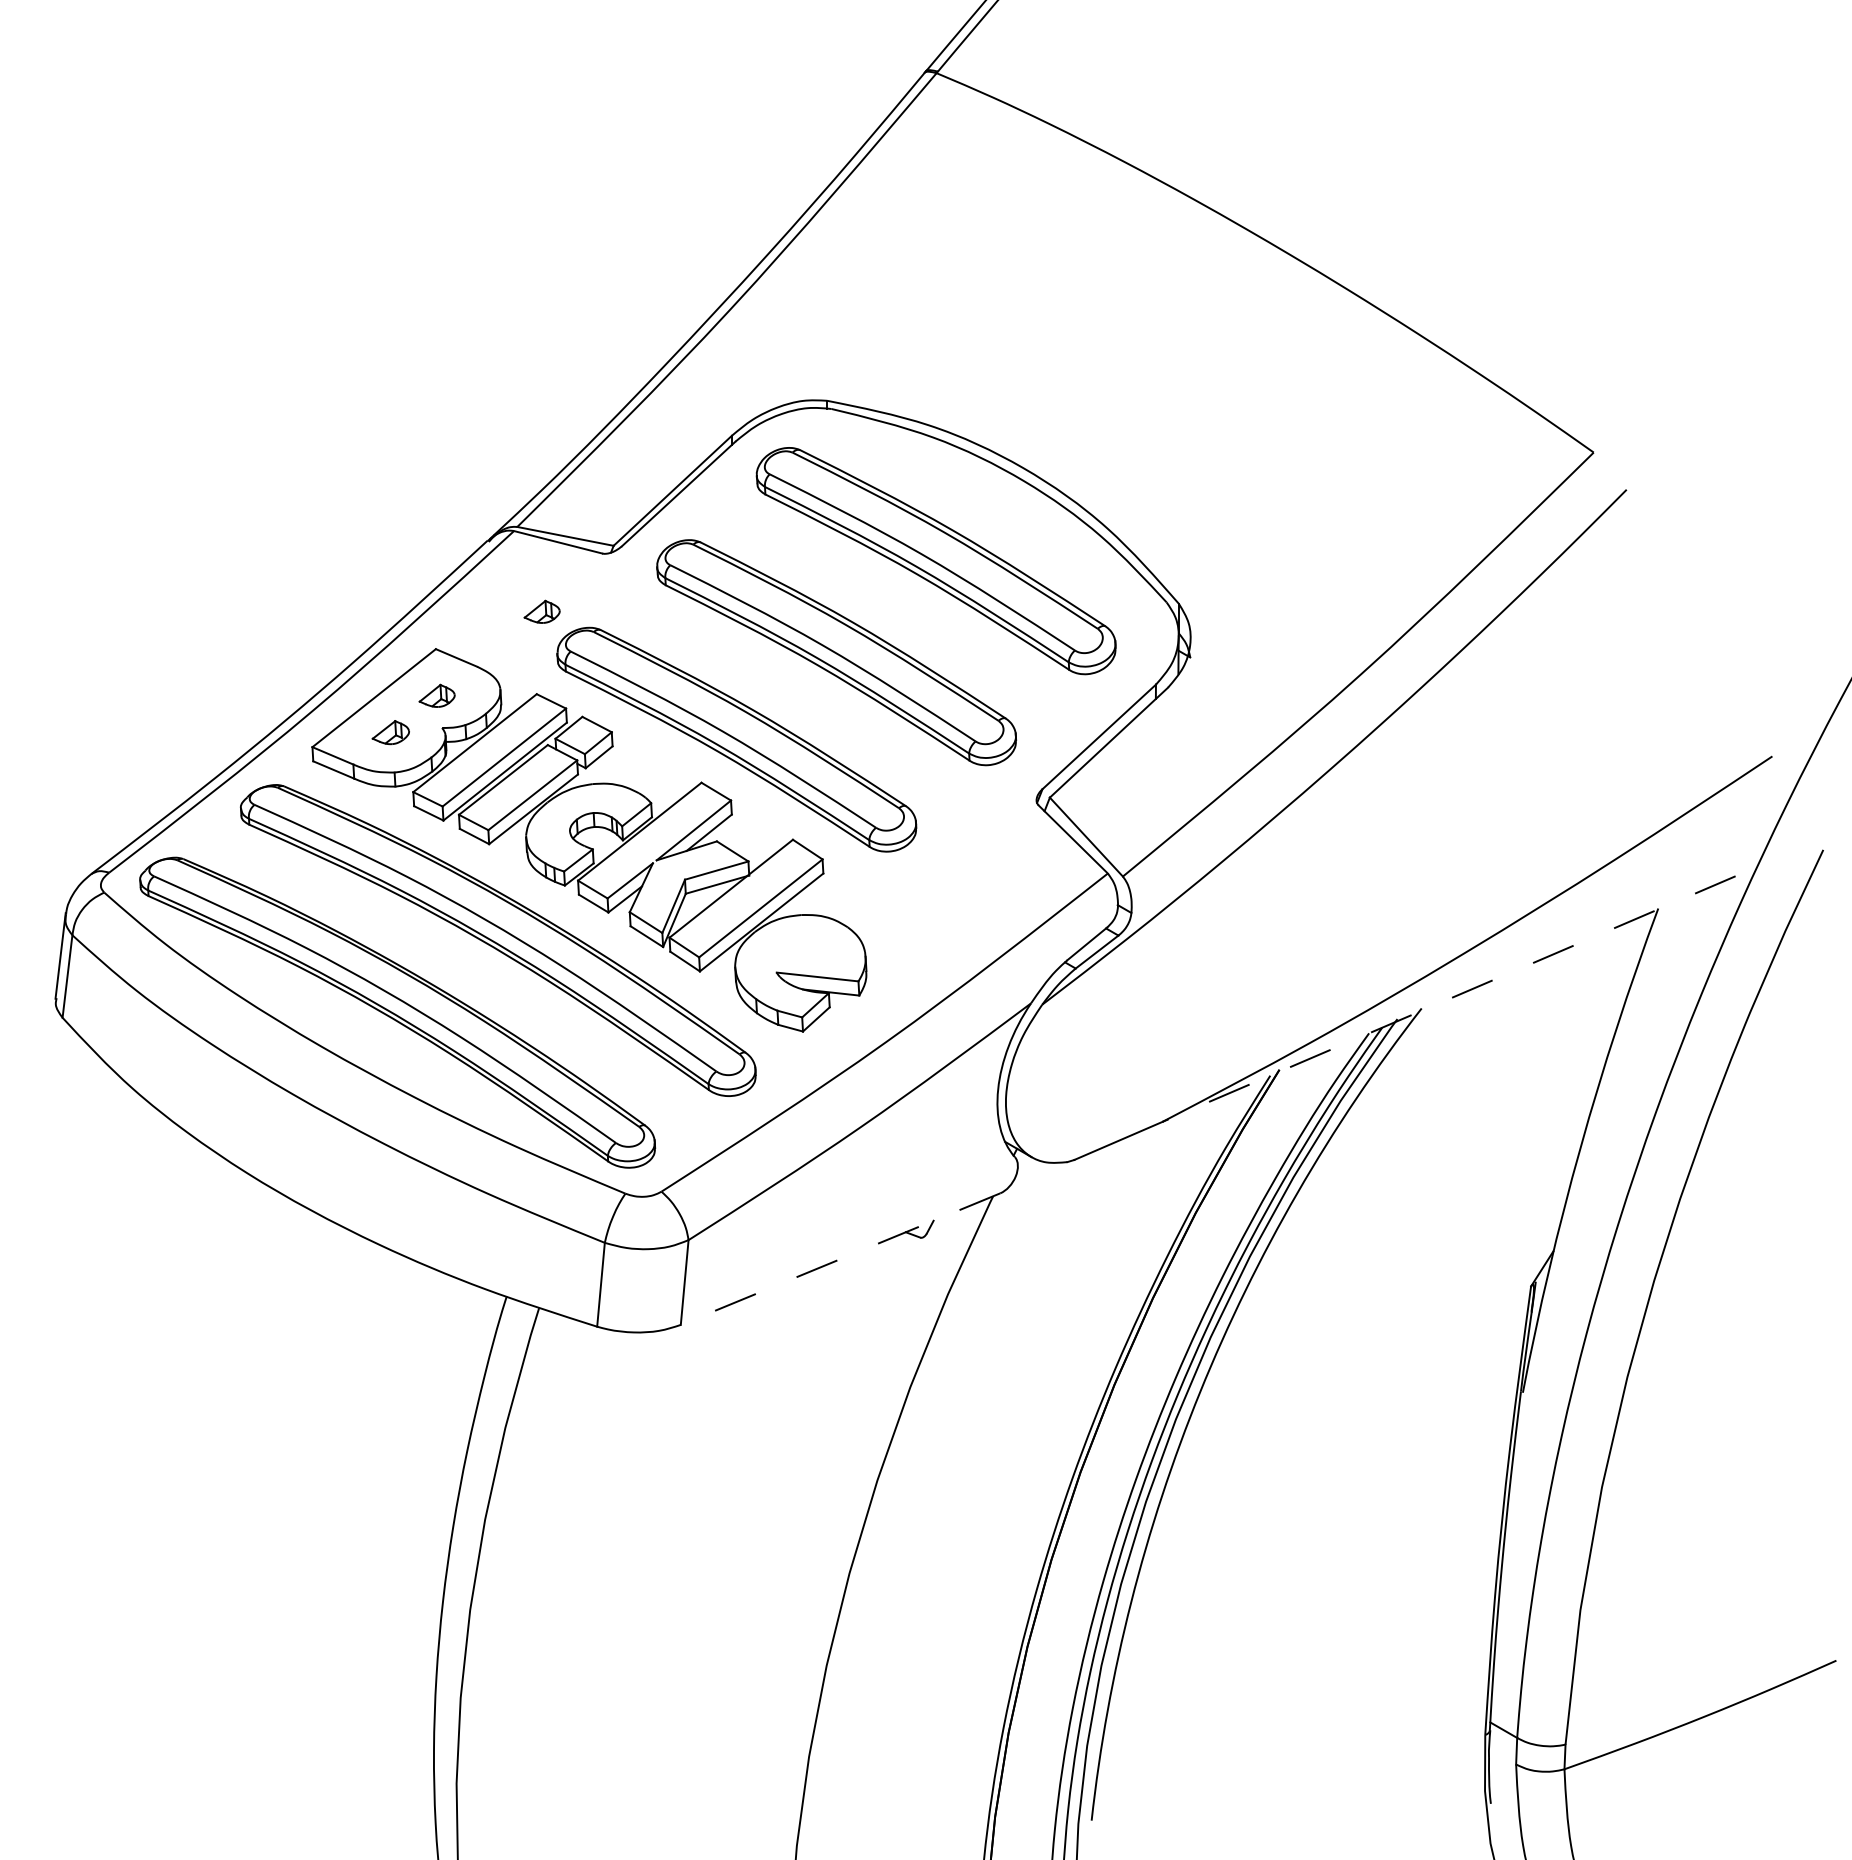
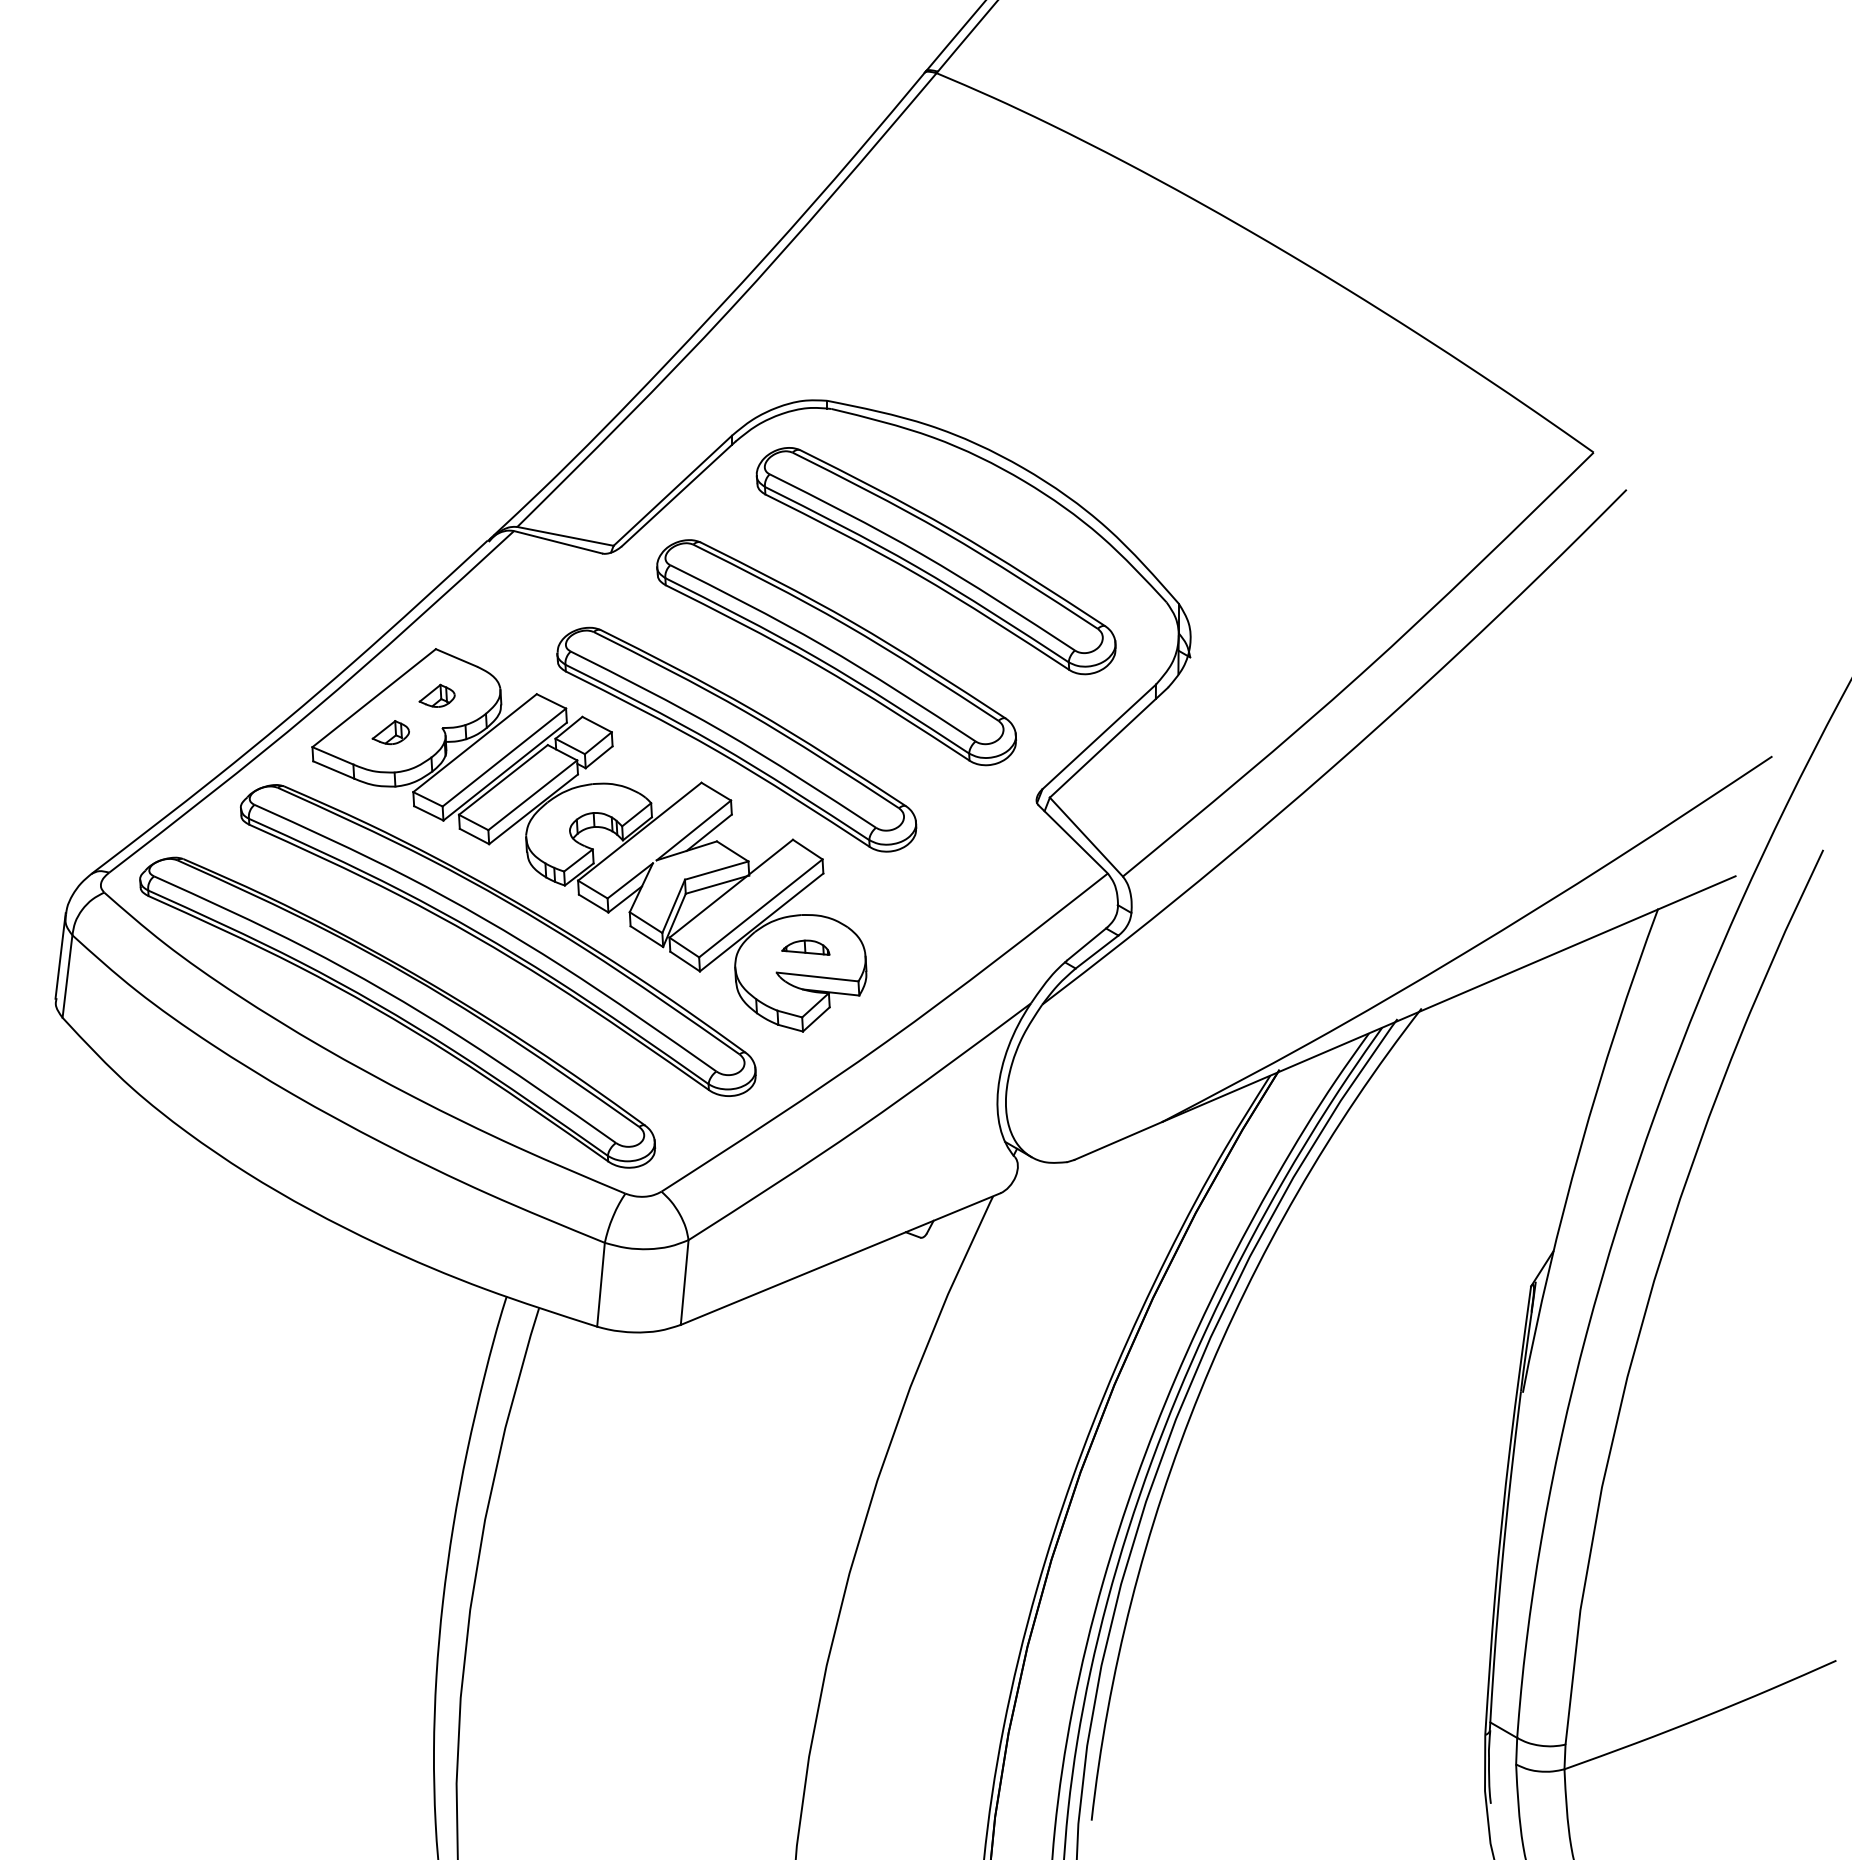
part at (541, 611): present -> none
part at (805, 947): none -> present
line at (1449, 999): dashed -> solid
line at (840, 1259): dashed -> solid
